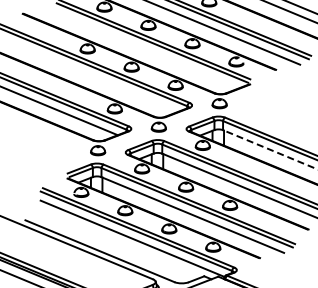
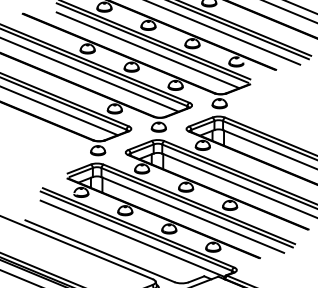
line at (147, 50): none -> present
line at (90, 74): none -> present
line at (270, 149): dashed -> solid
